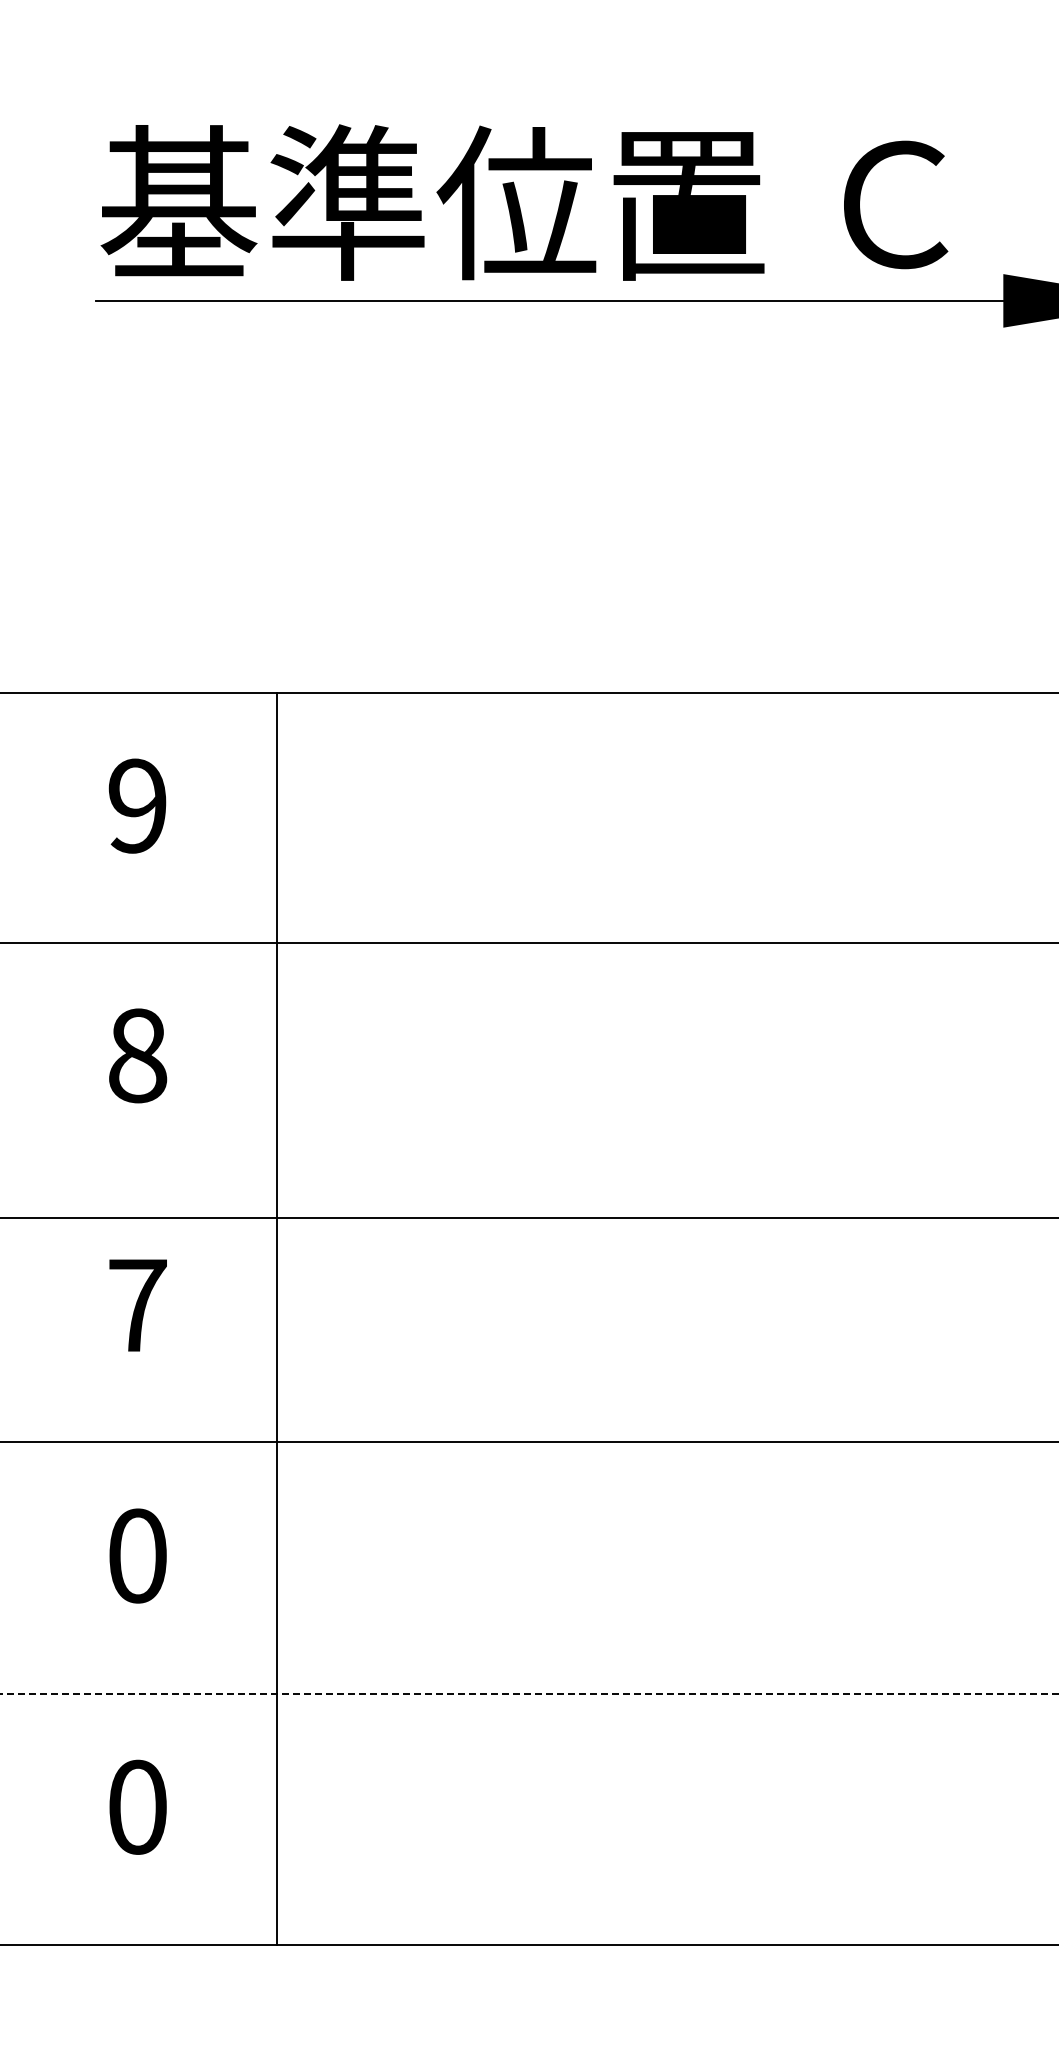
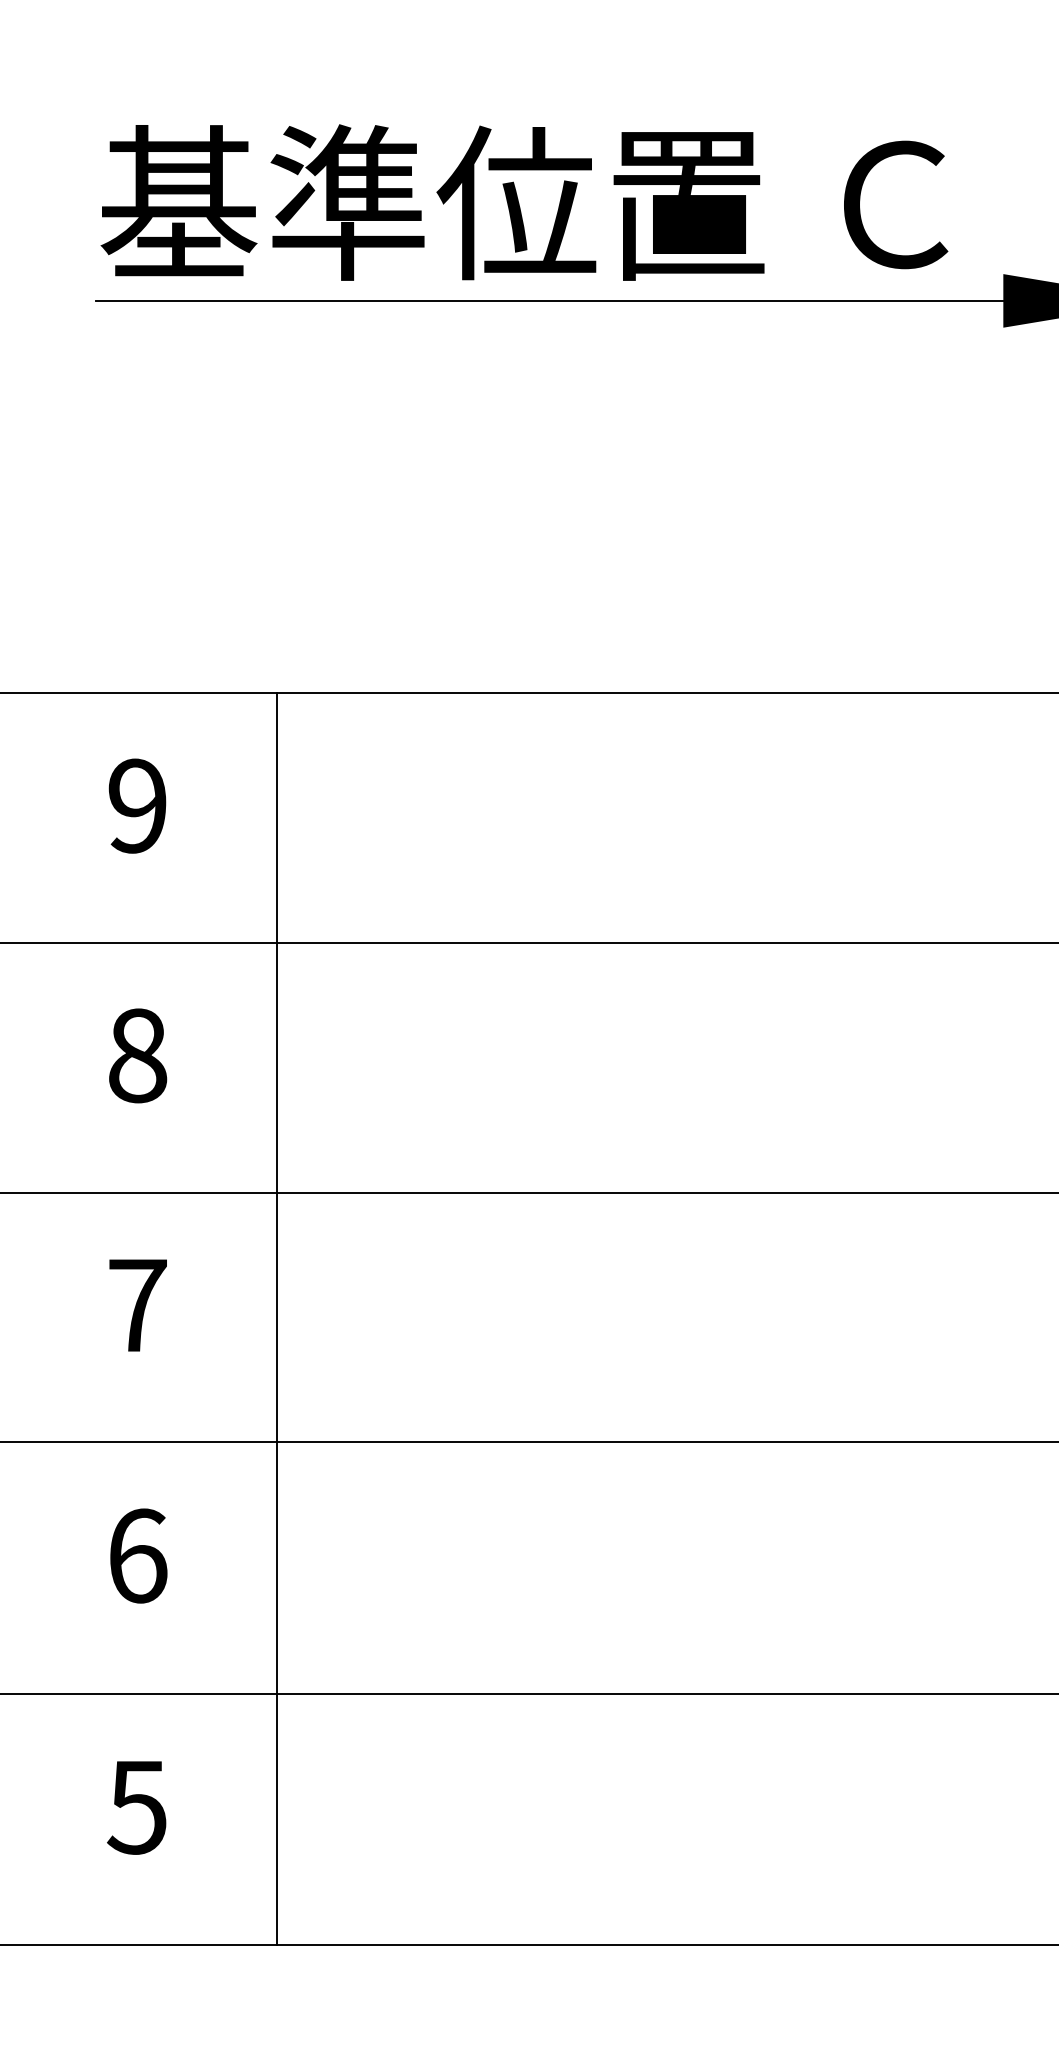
line at (528, 1217) position: (528, 1217) -> (528, 1192)
text at (138, 1555): 0 -> 6
line at (529, 1693): dashed -> solid
text at (136, 1806): 0 -> 5
